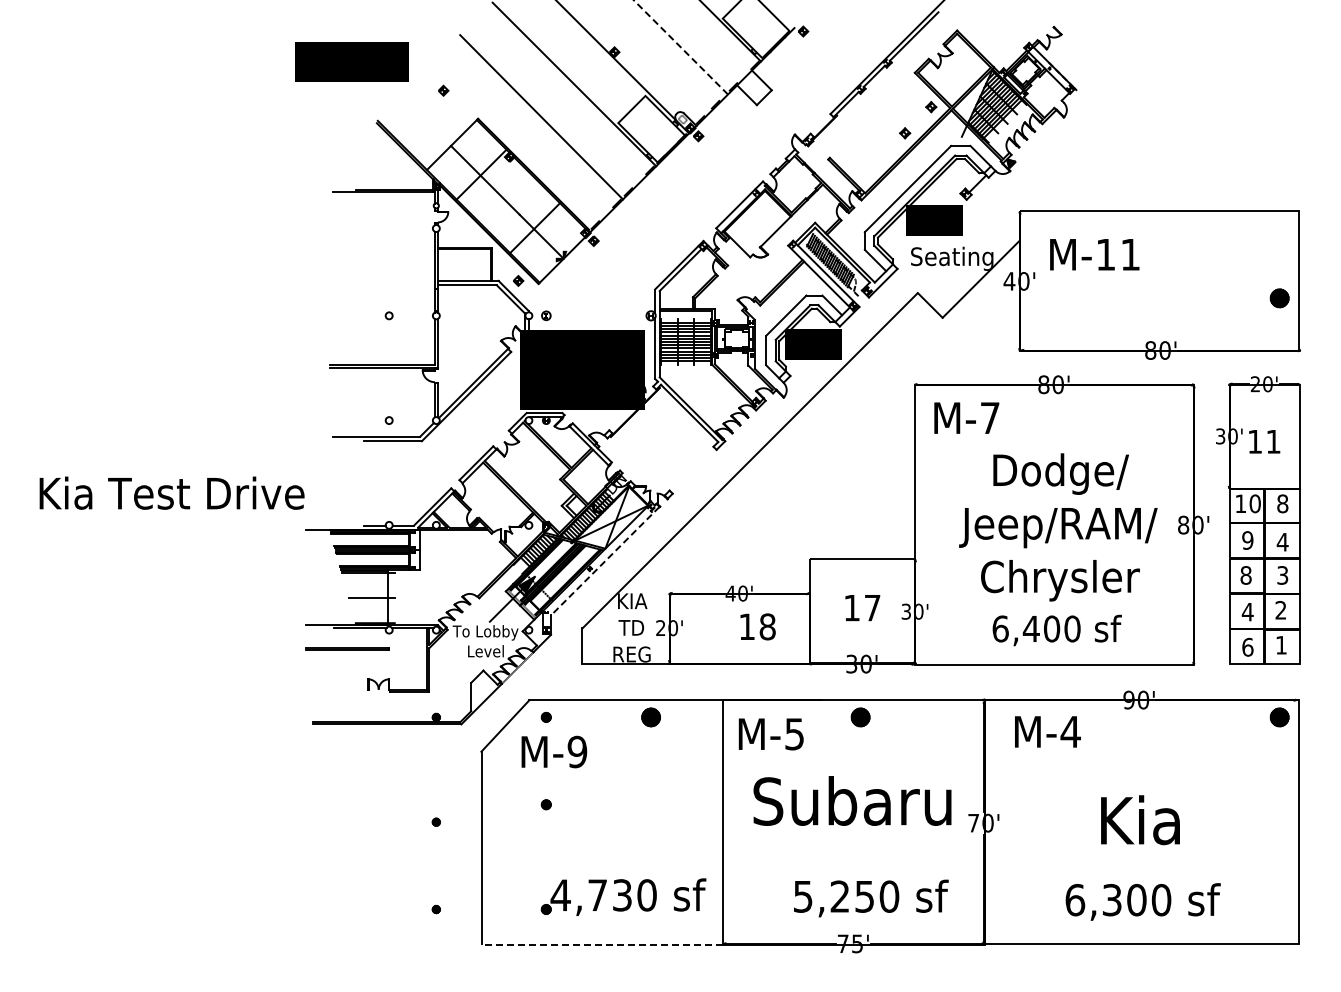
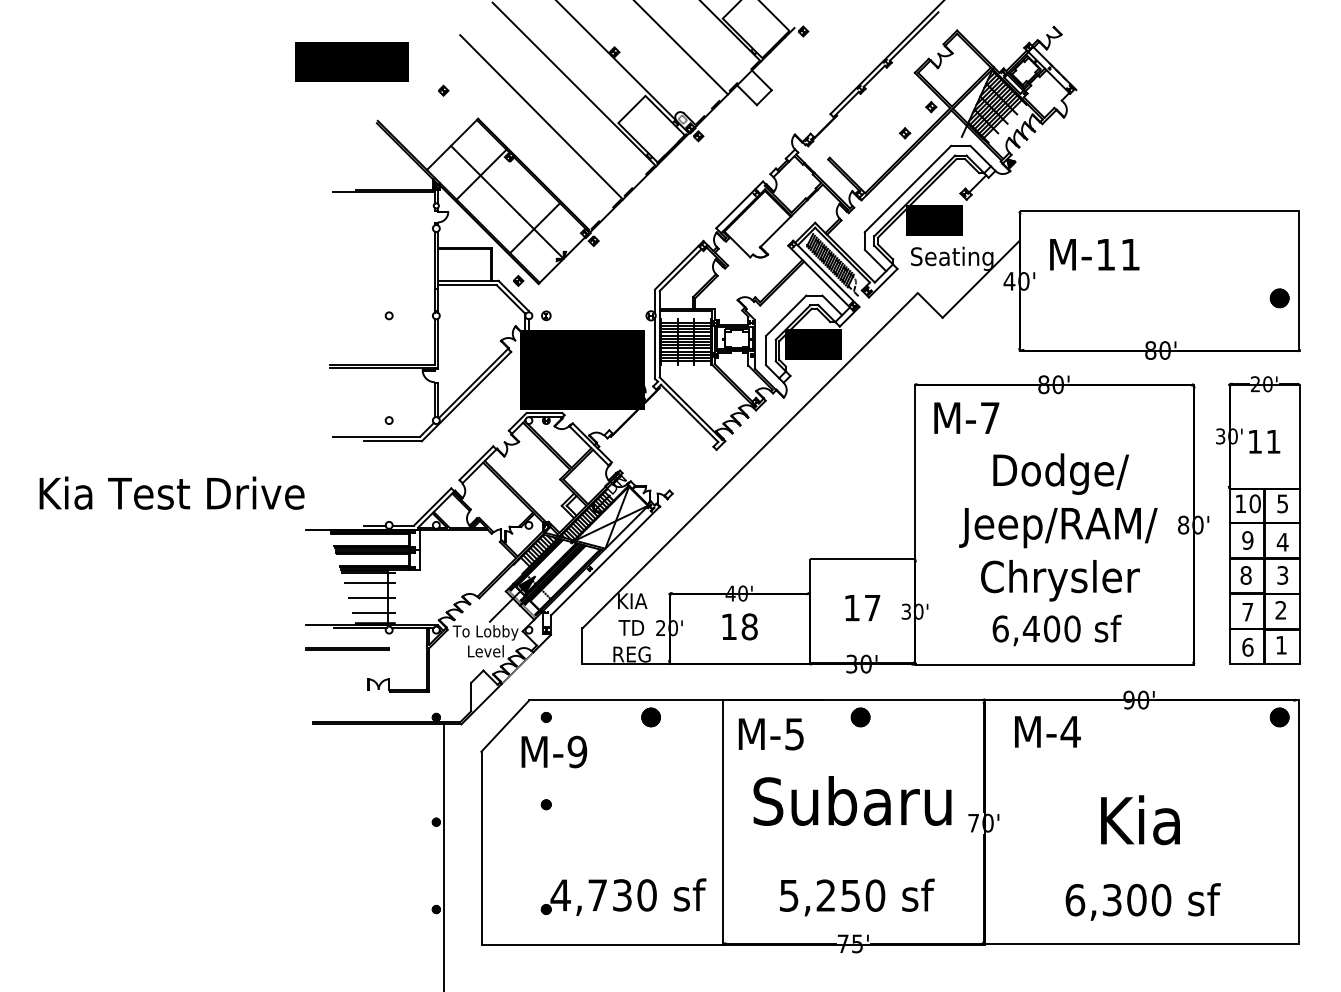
line at (680, 47): dashed -> solid
text at (1282, 503): 8 -> 5
line at (605, 561): dashed -> solid
line at (369, 582): none -> present
line at (373, 612): none -> present
text at (1247, 612): 4 -> 7
text at (757, 626) position: (757, 626) -> (739, 626)
line at (444, 856): none -> present
text at (871, 898) position: (871, 898) -> (857, 897)
line at (602, 944): dashed -> solid
